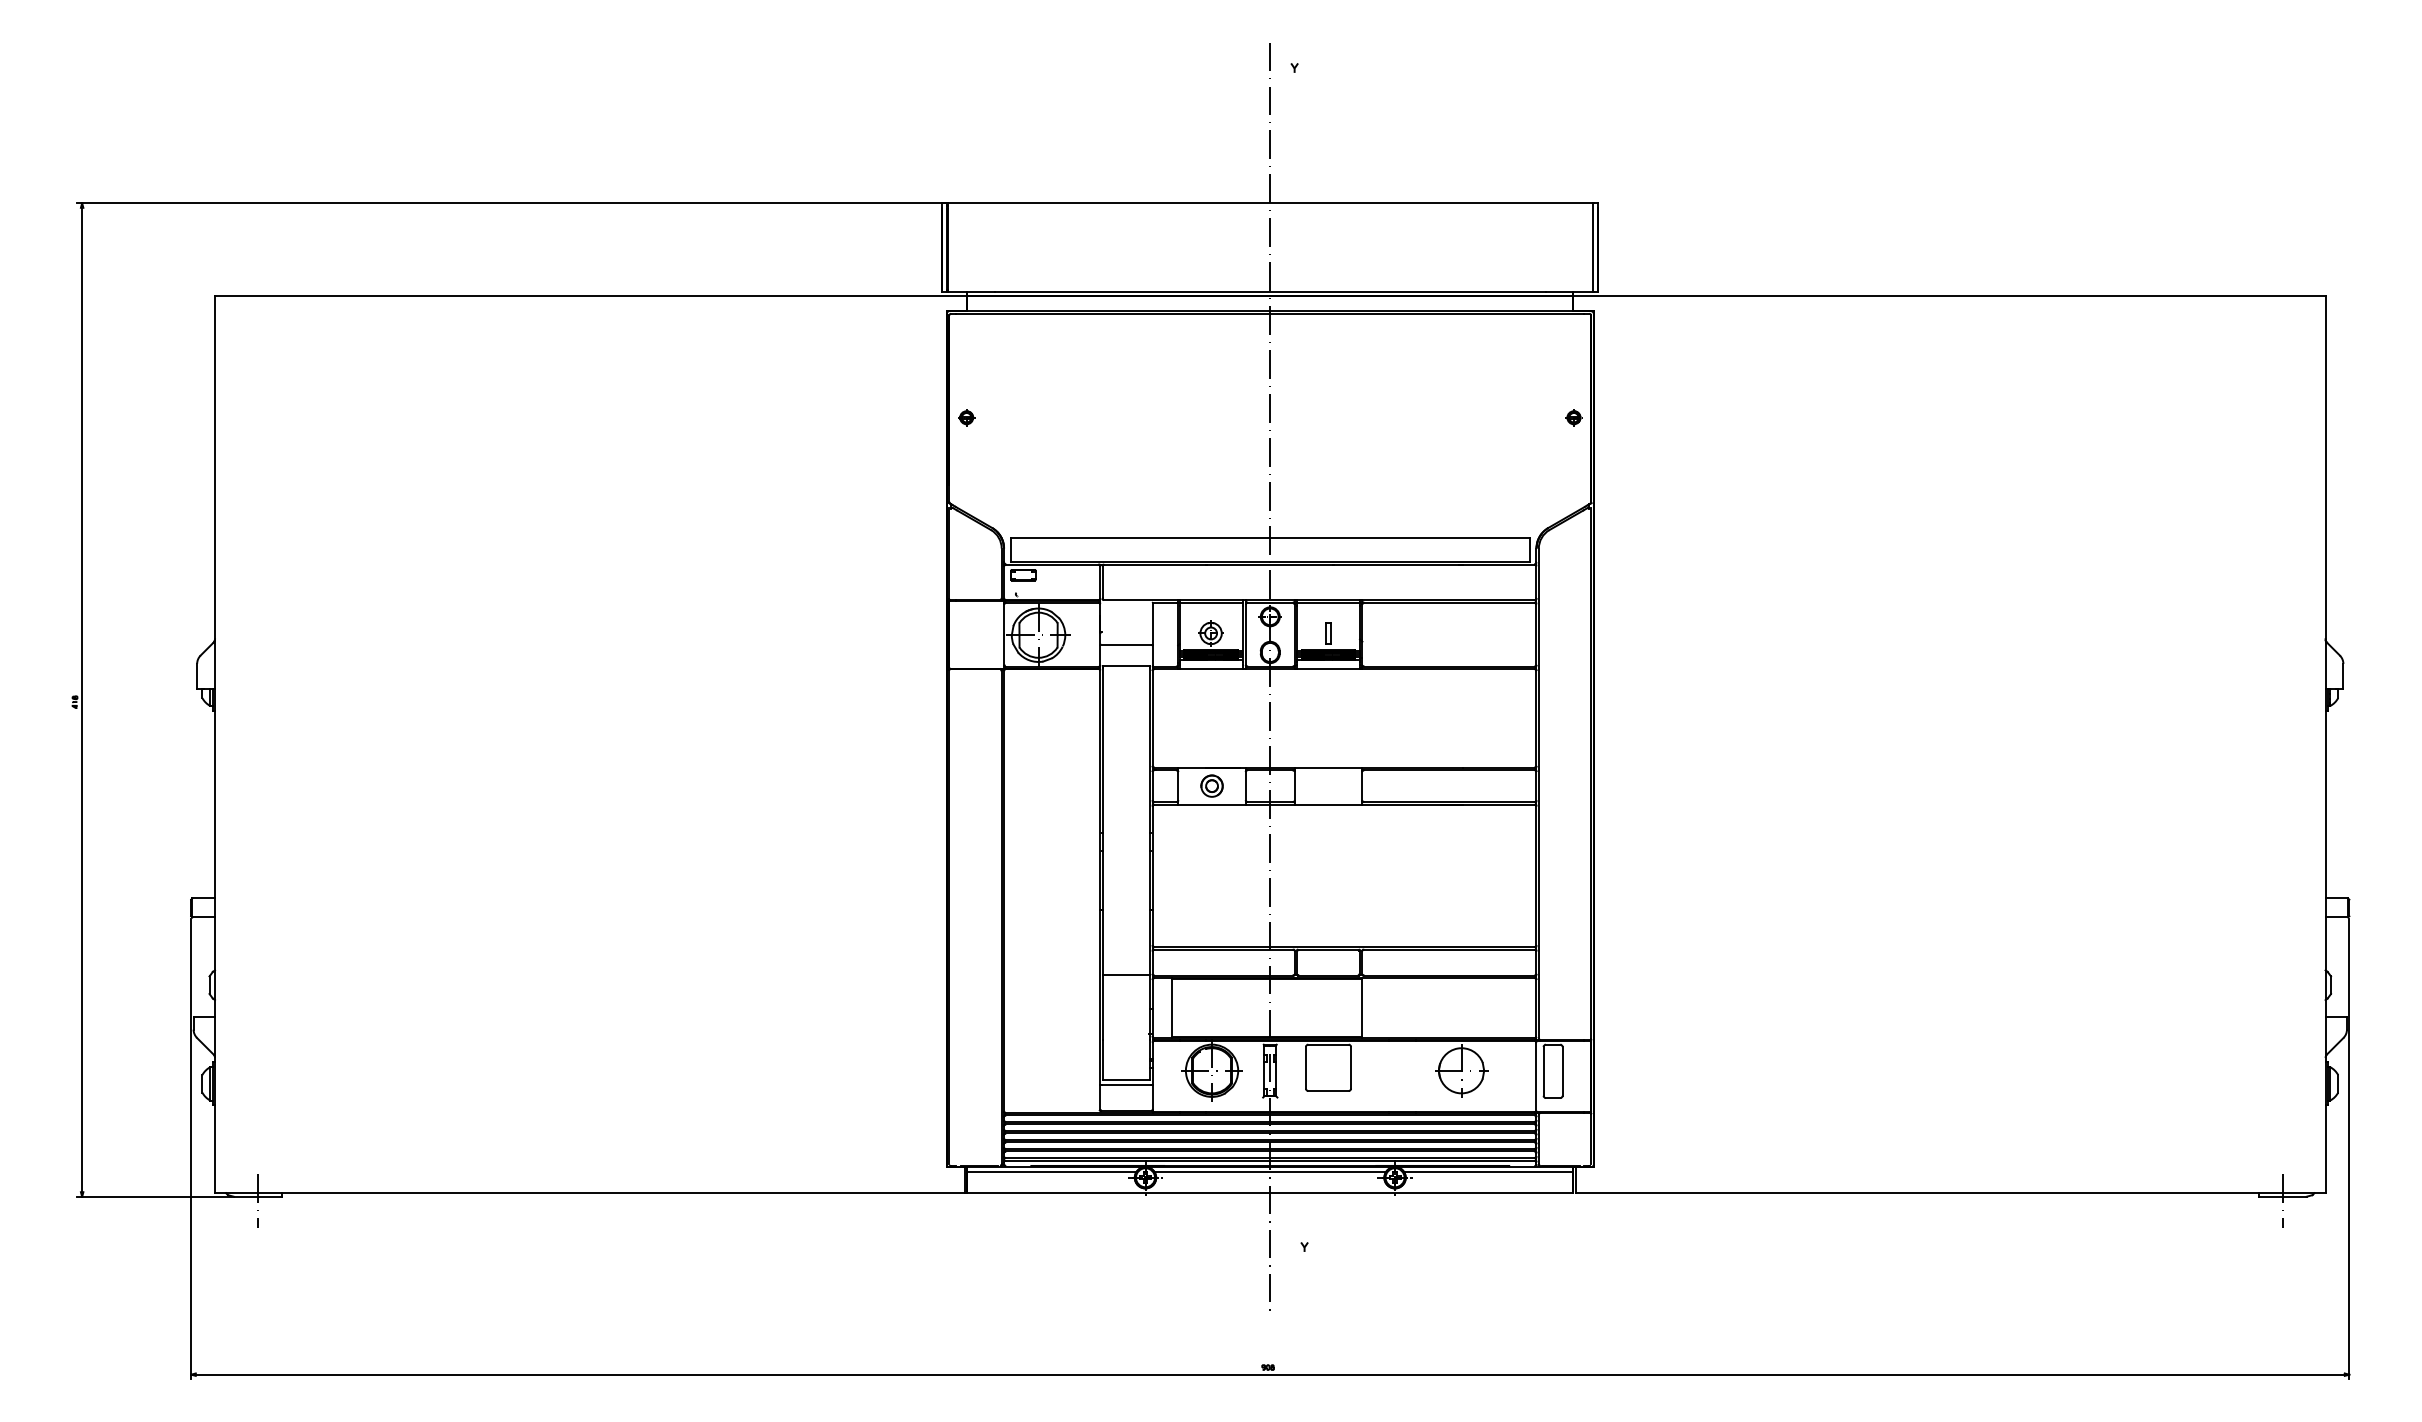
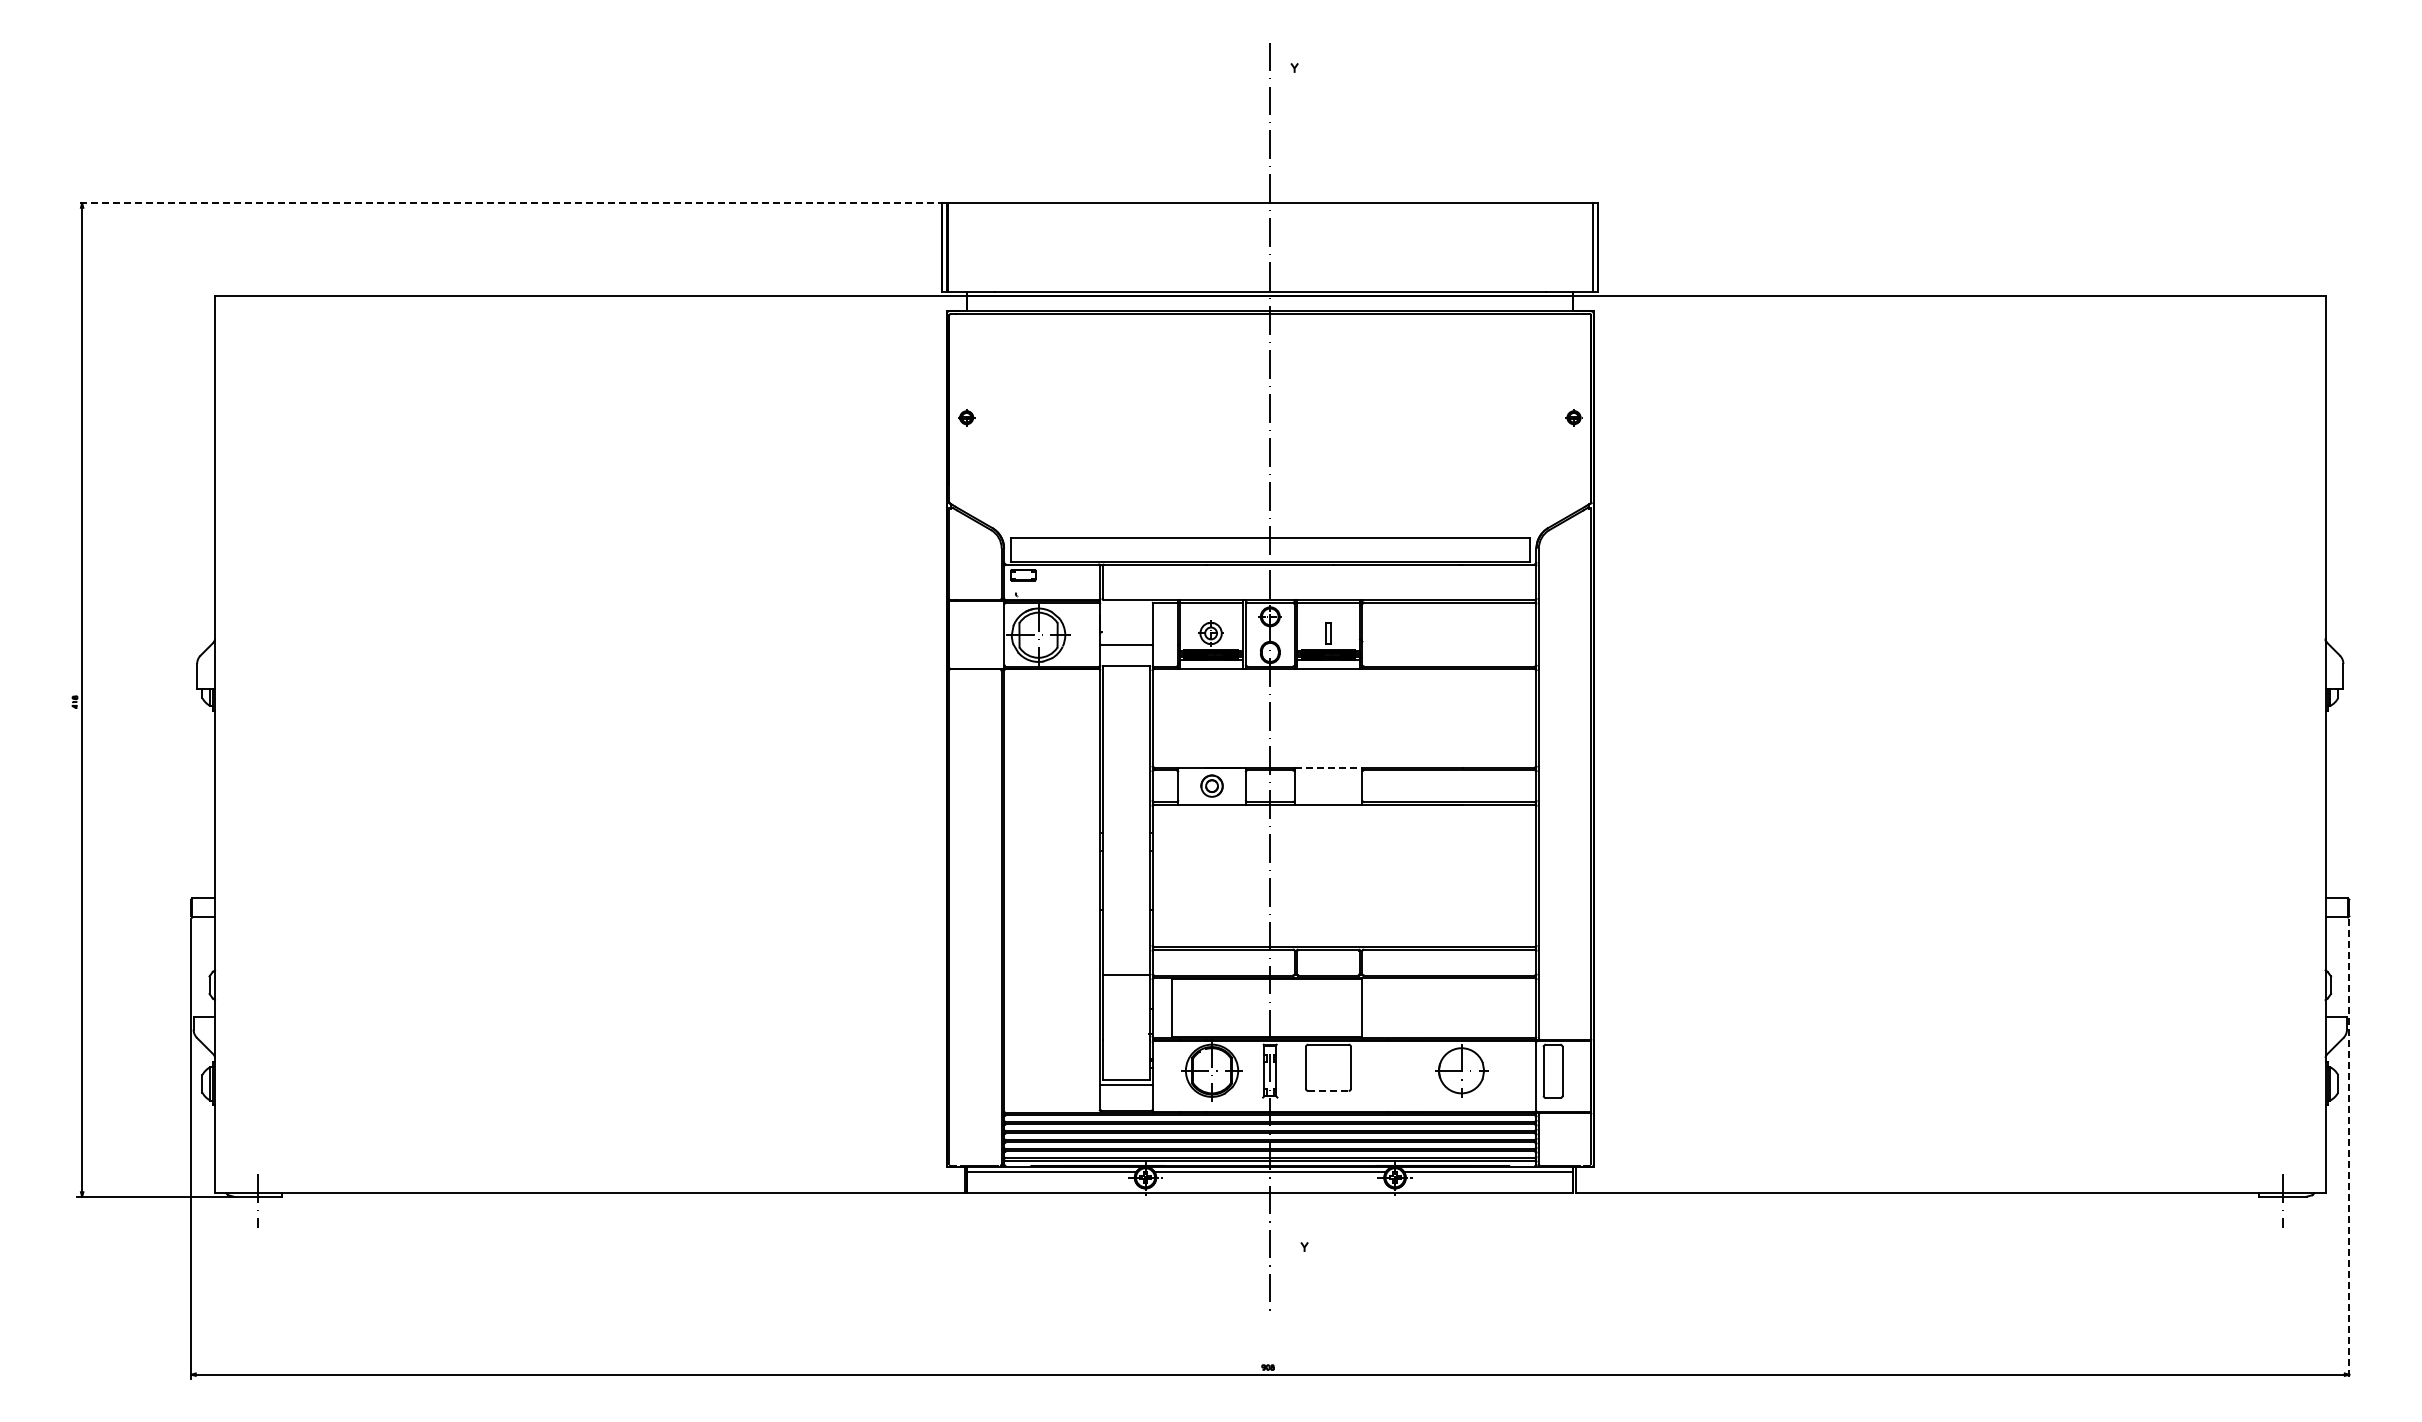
line at (511, 203): solid -> dashed
line at (1328, 767): solid -> dashed
line at (1329, 1091): solid -> dashed
line at (2349, 1149): solid -> dashed
